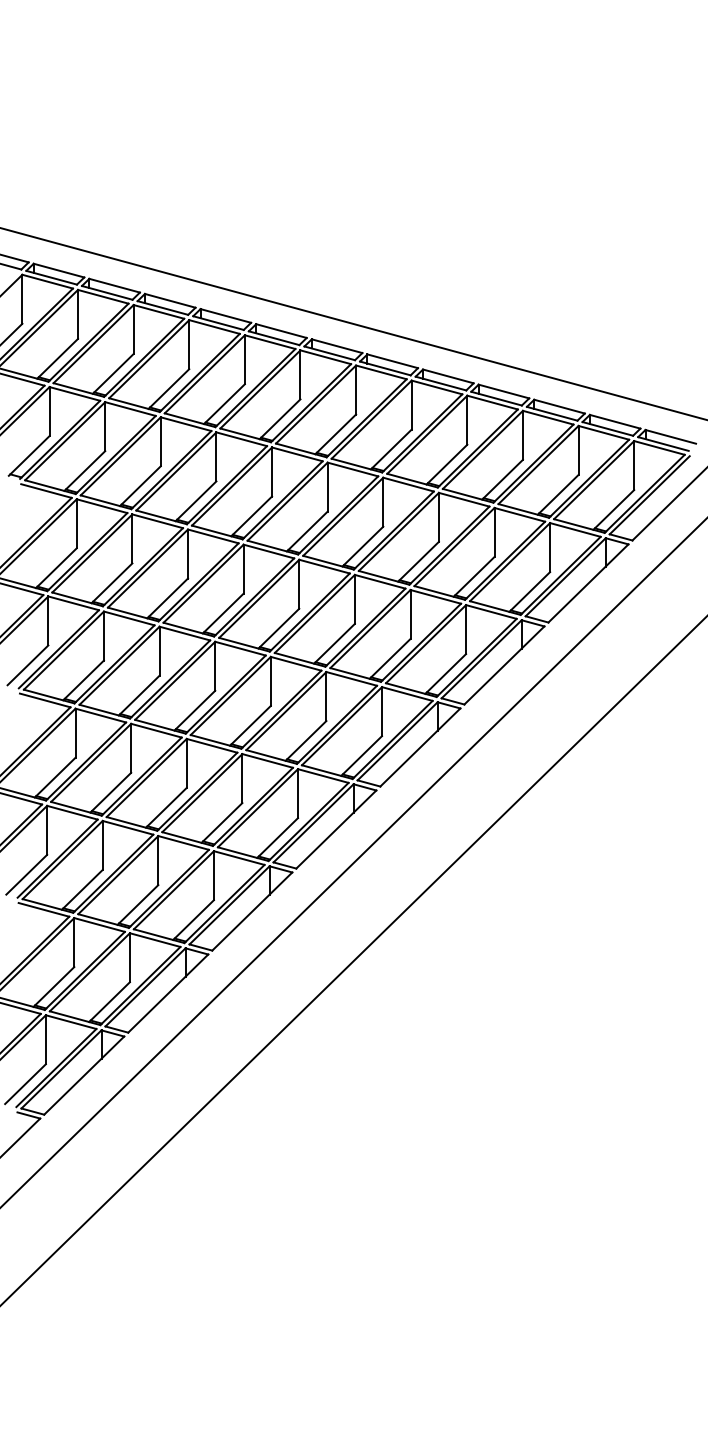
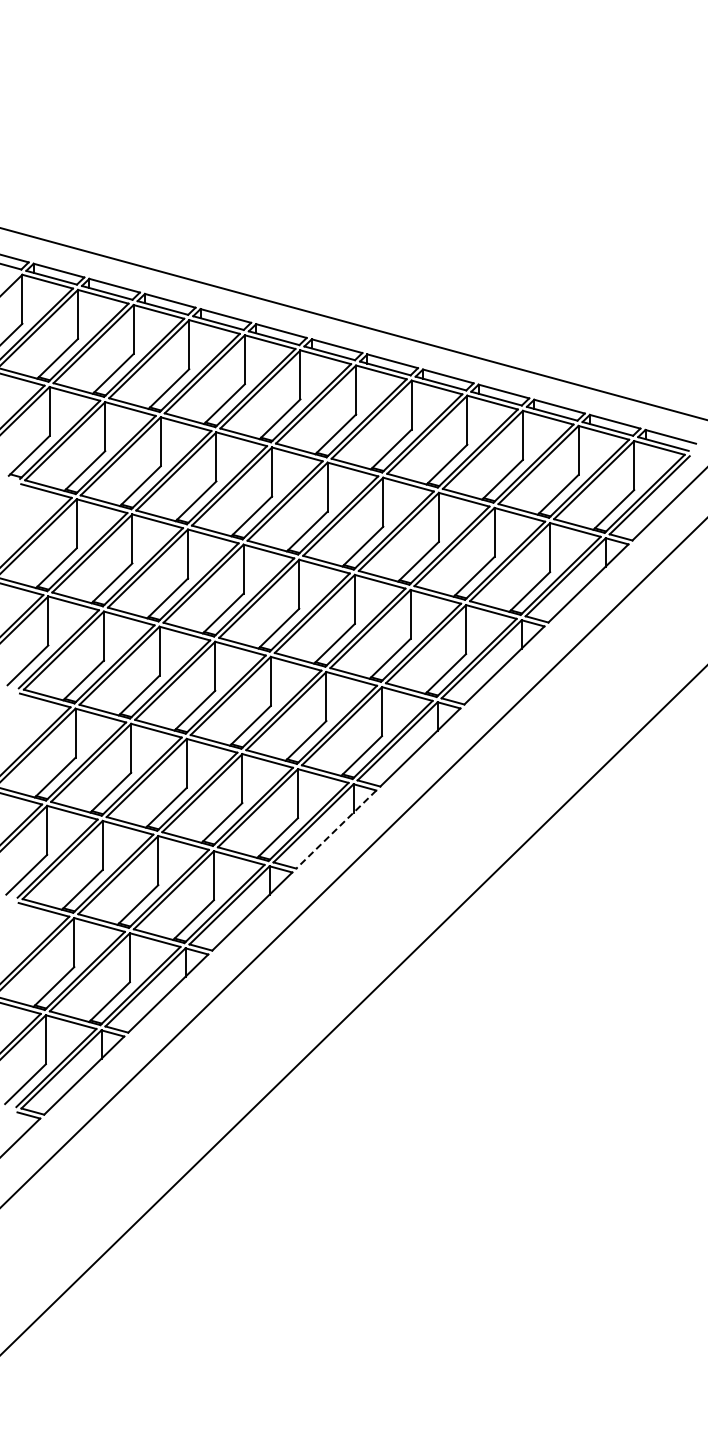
line at (336, 829): solid -> dashed
line at (353, 960) position: (353, 960) -> (353, 1010)
